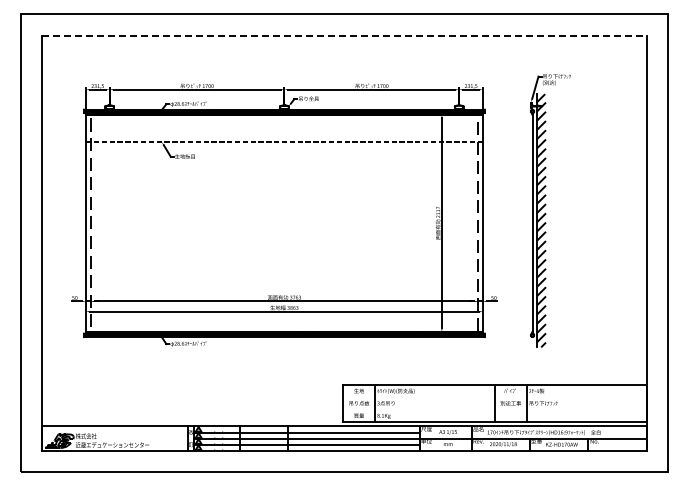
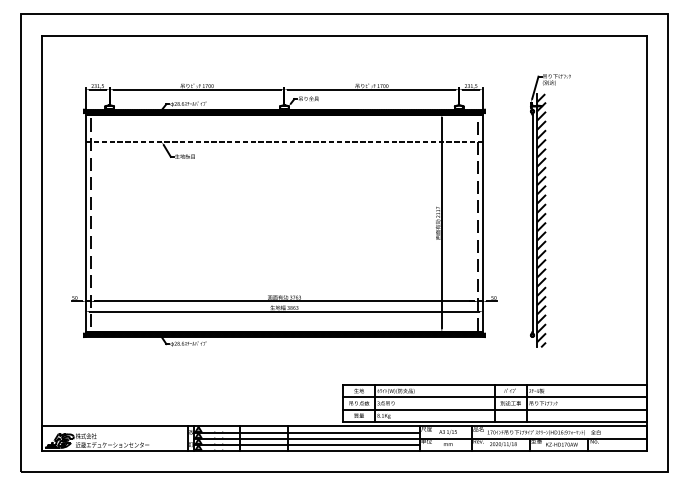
line at (344, 36): dashed -> solid
line at (494, 397): none -> present
line at (494, 409): none -> present
